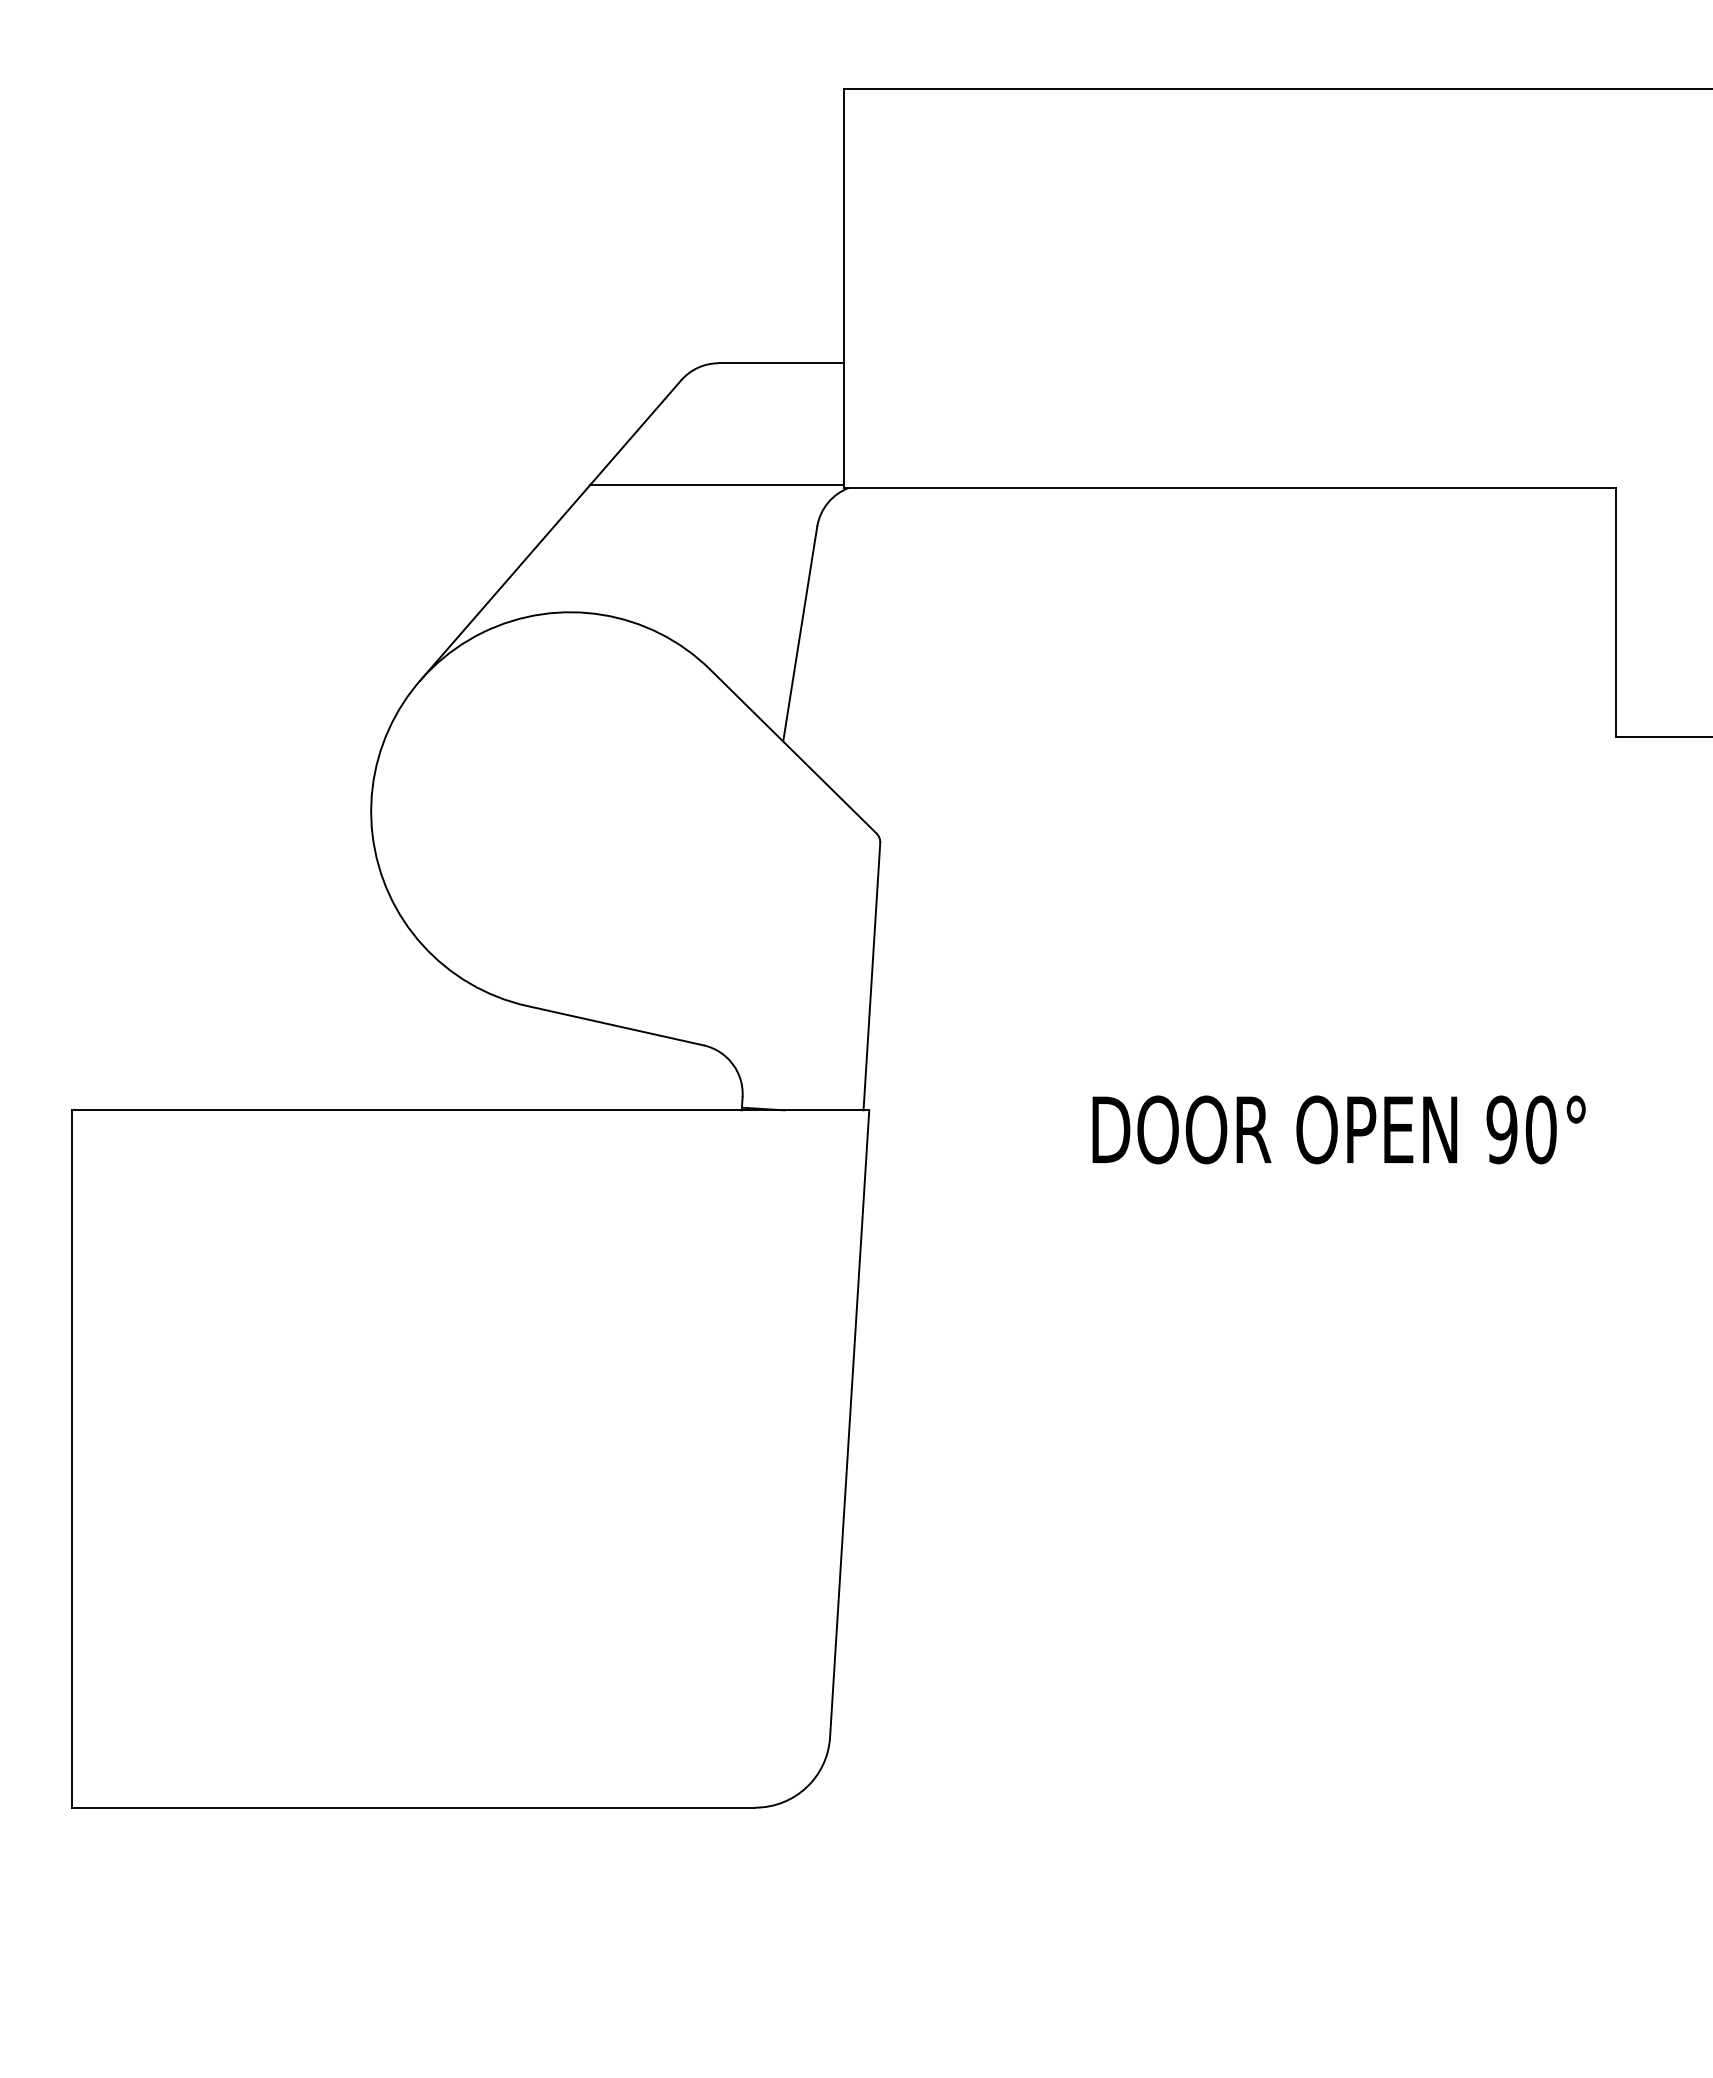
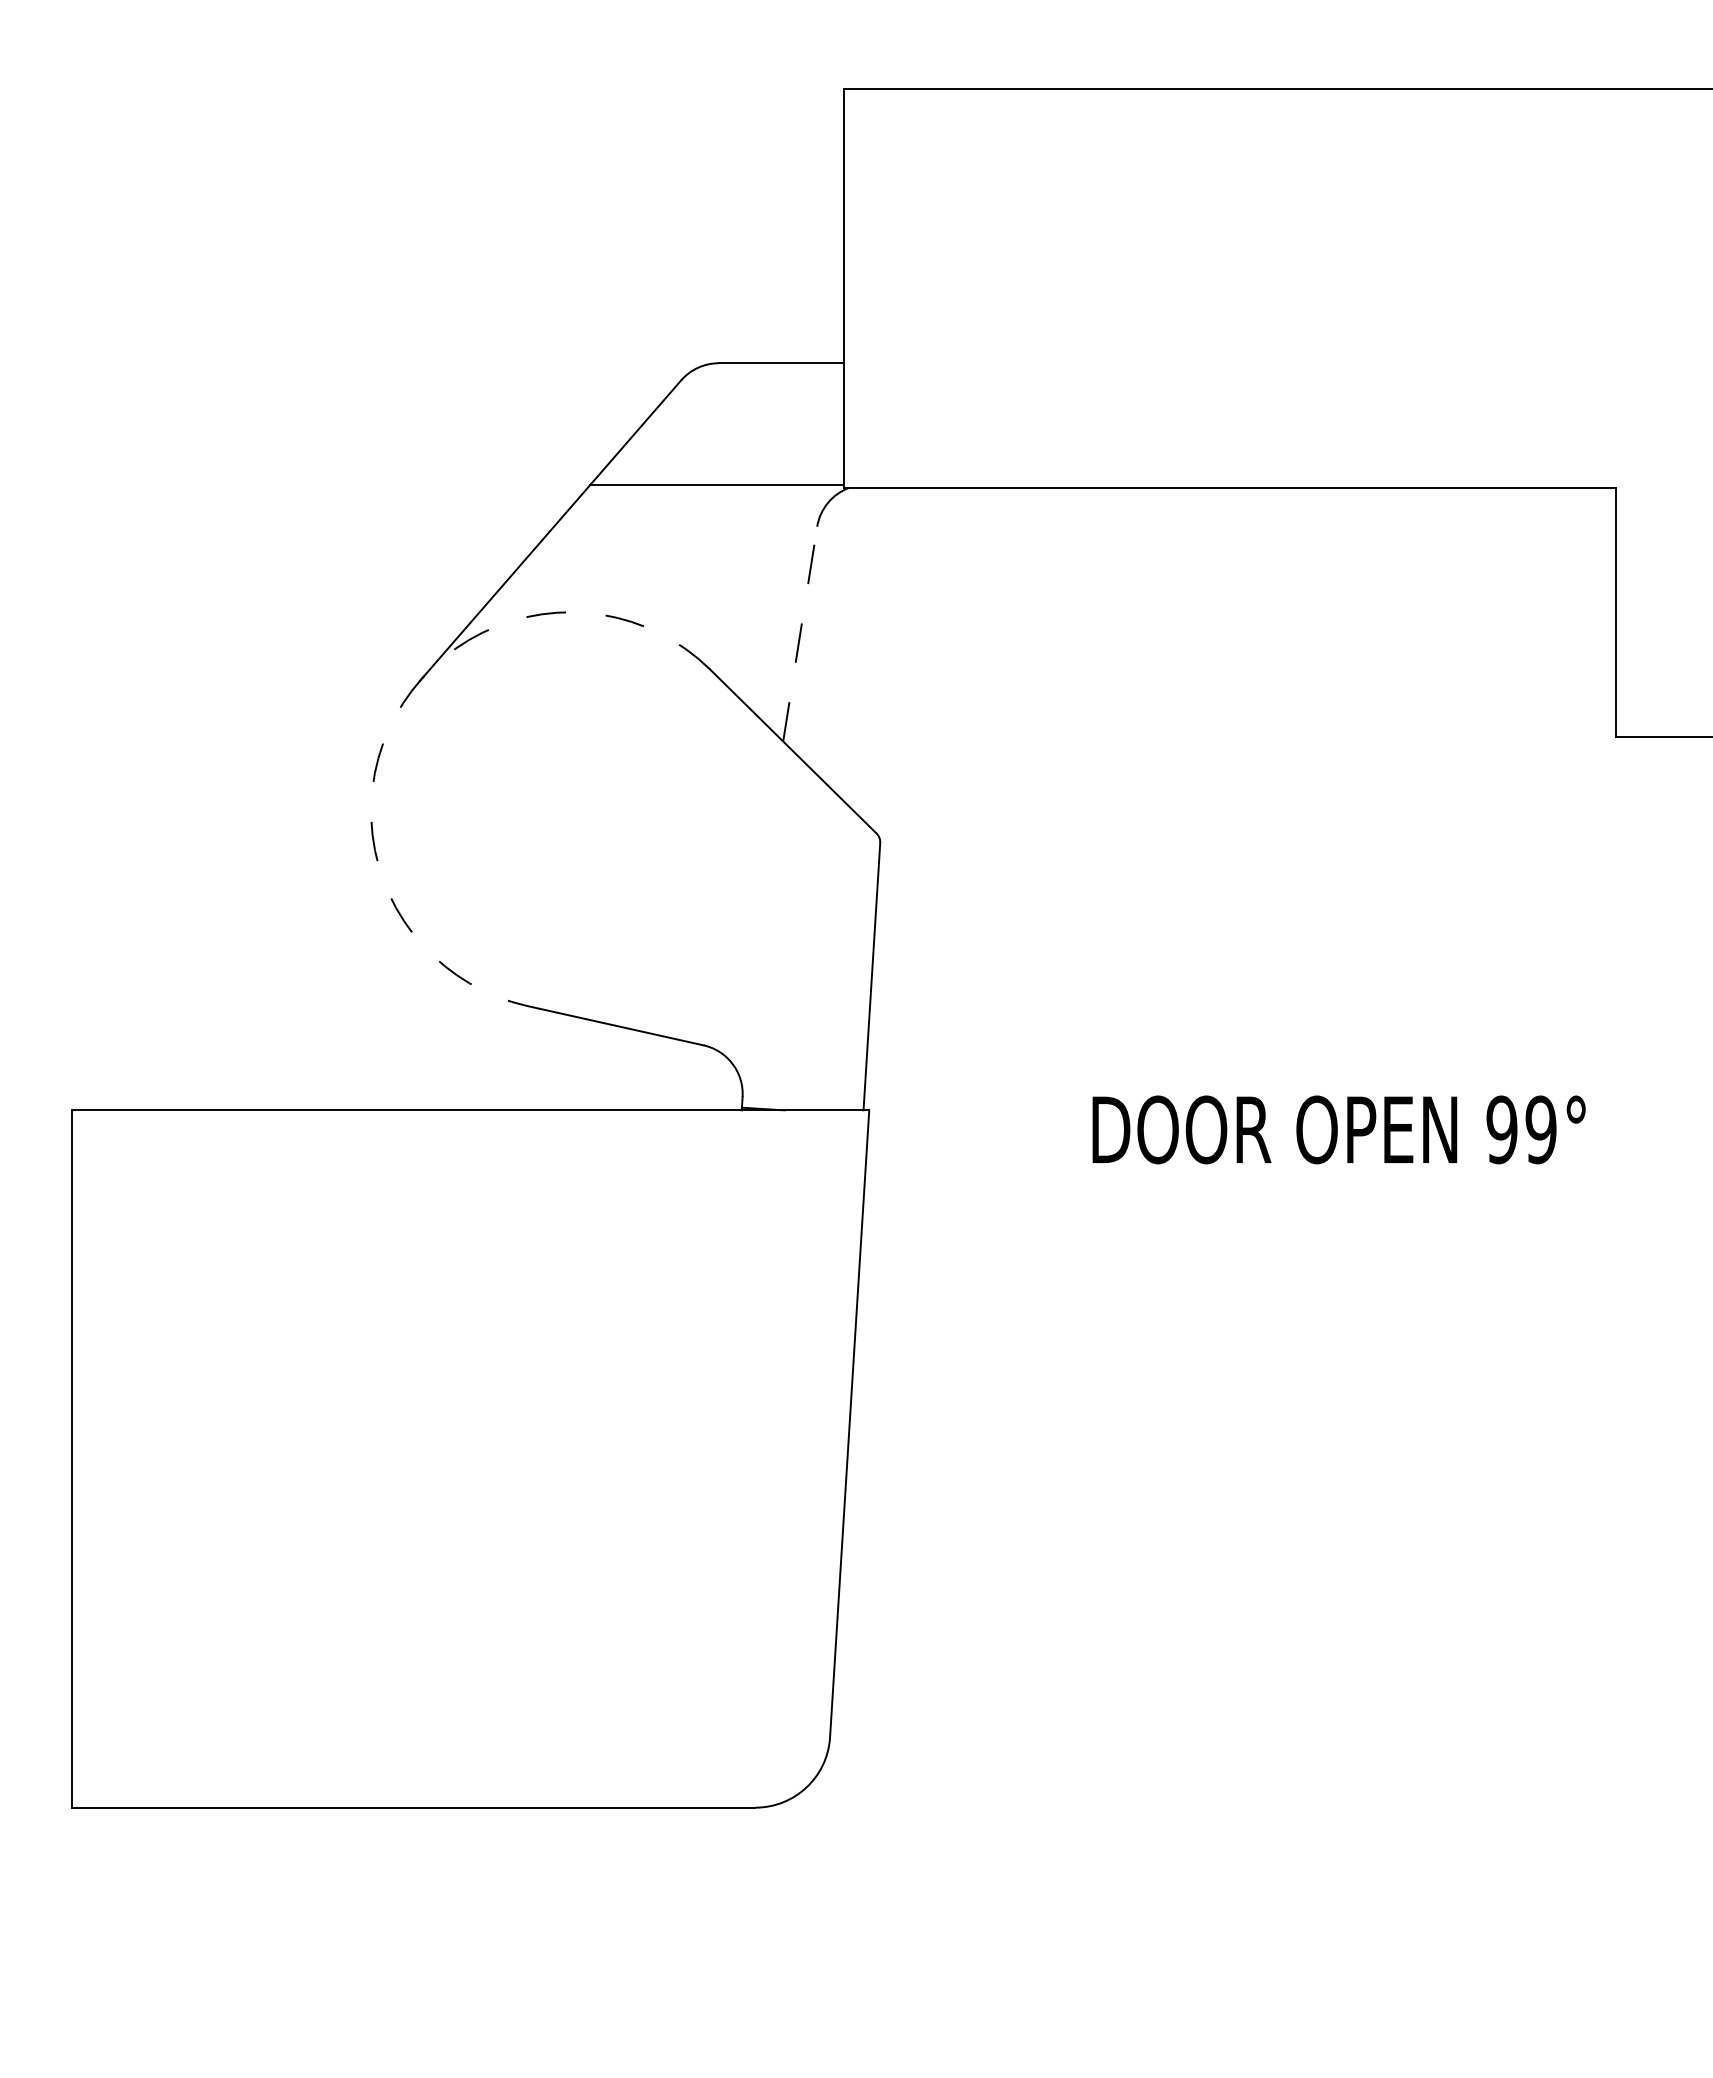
line at (800, 634): solid -> dashed
arc at (395, 716): solid -> dashed
text at (1540, 1129): 90° -> 99°
